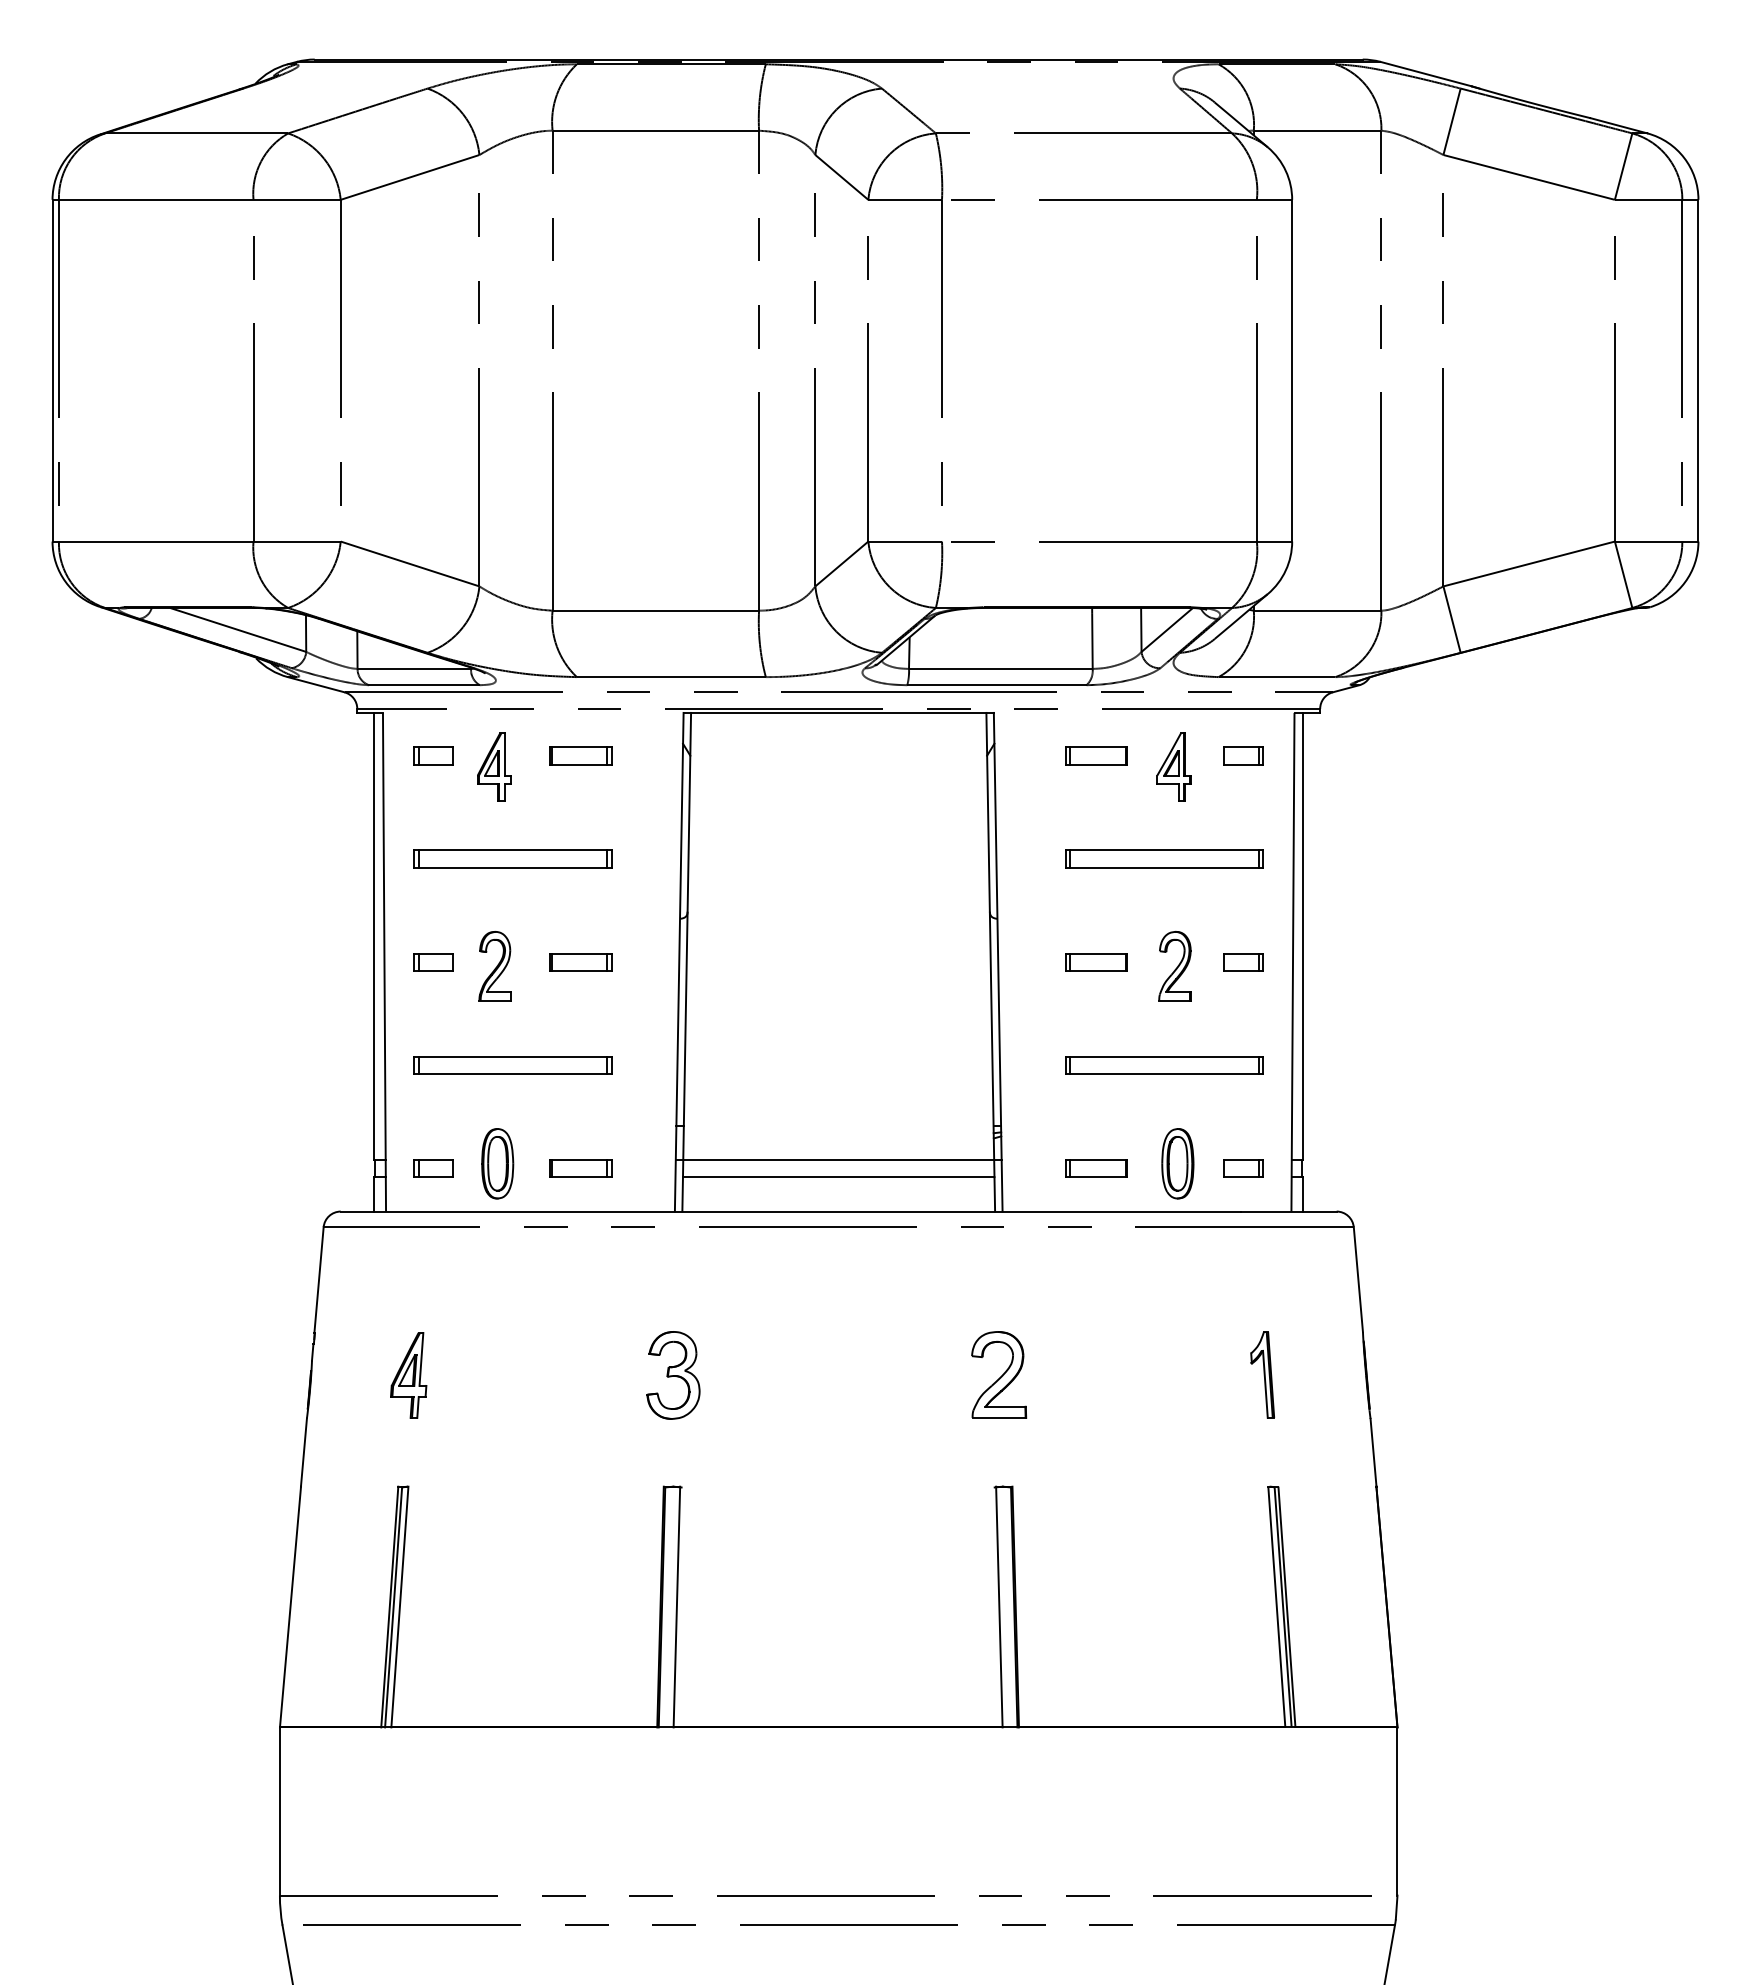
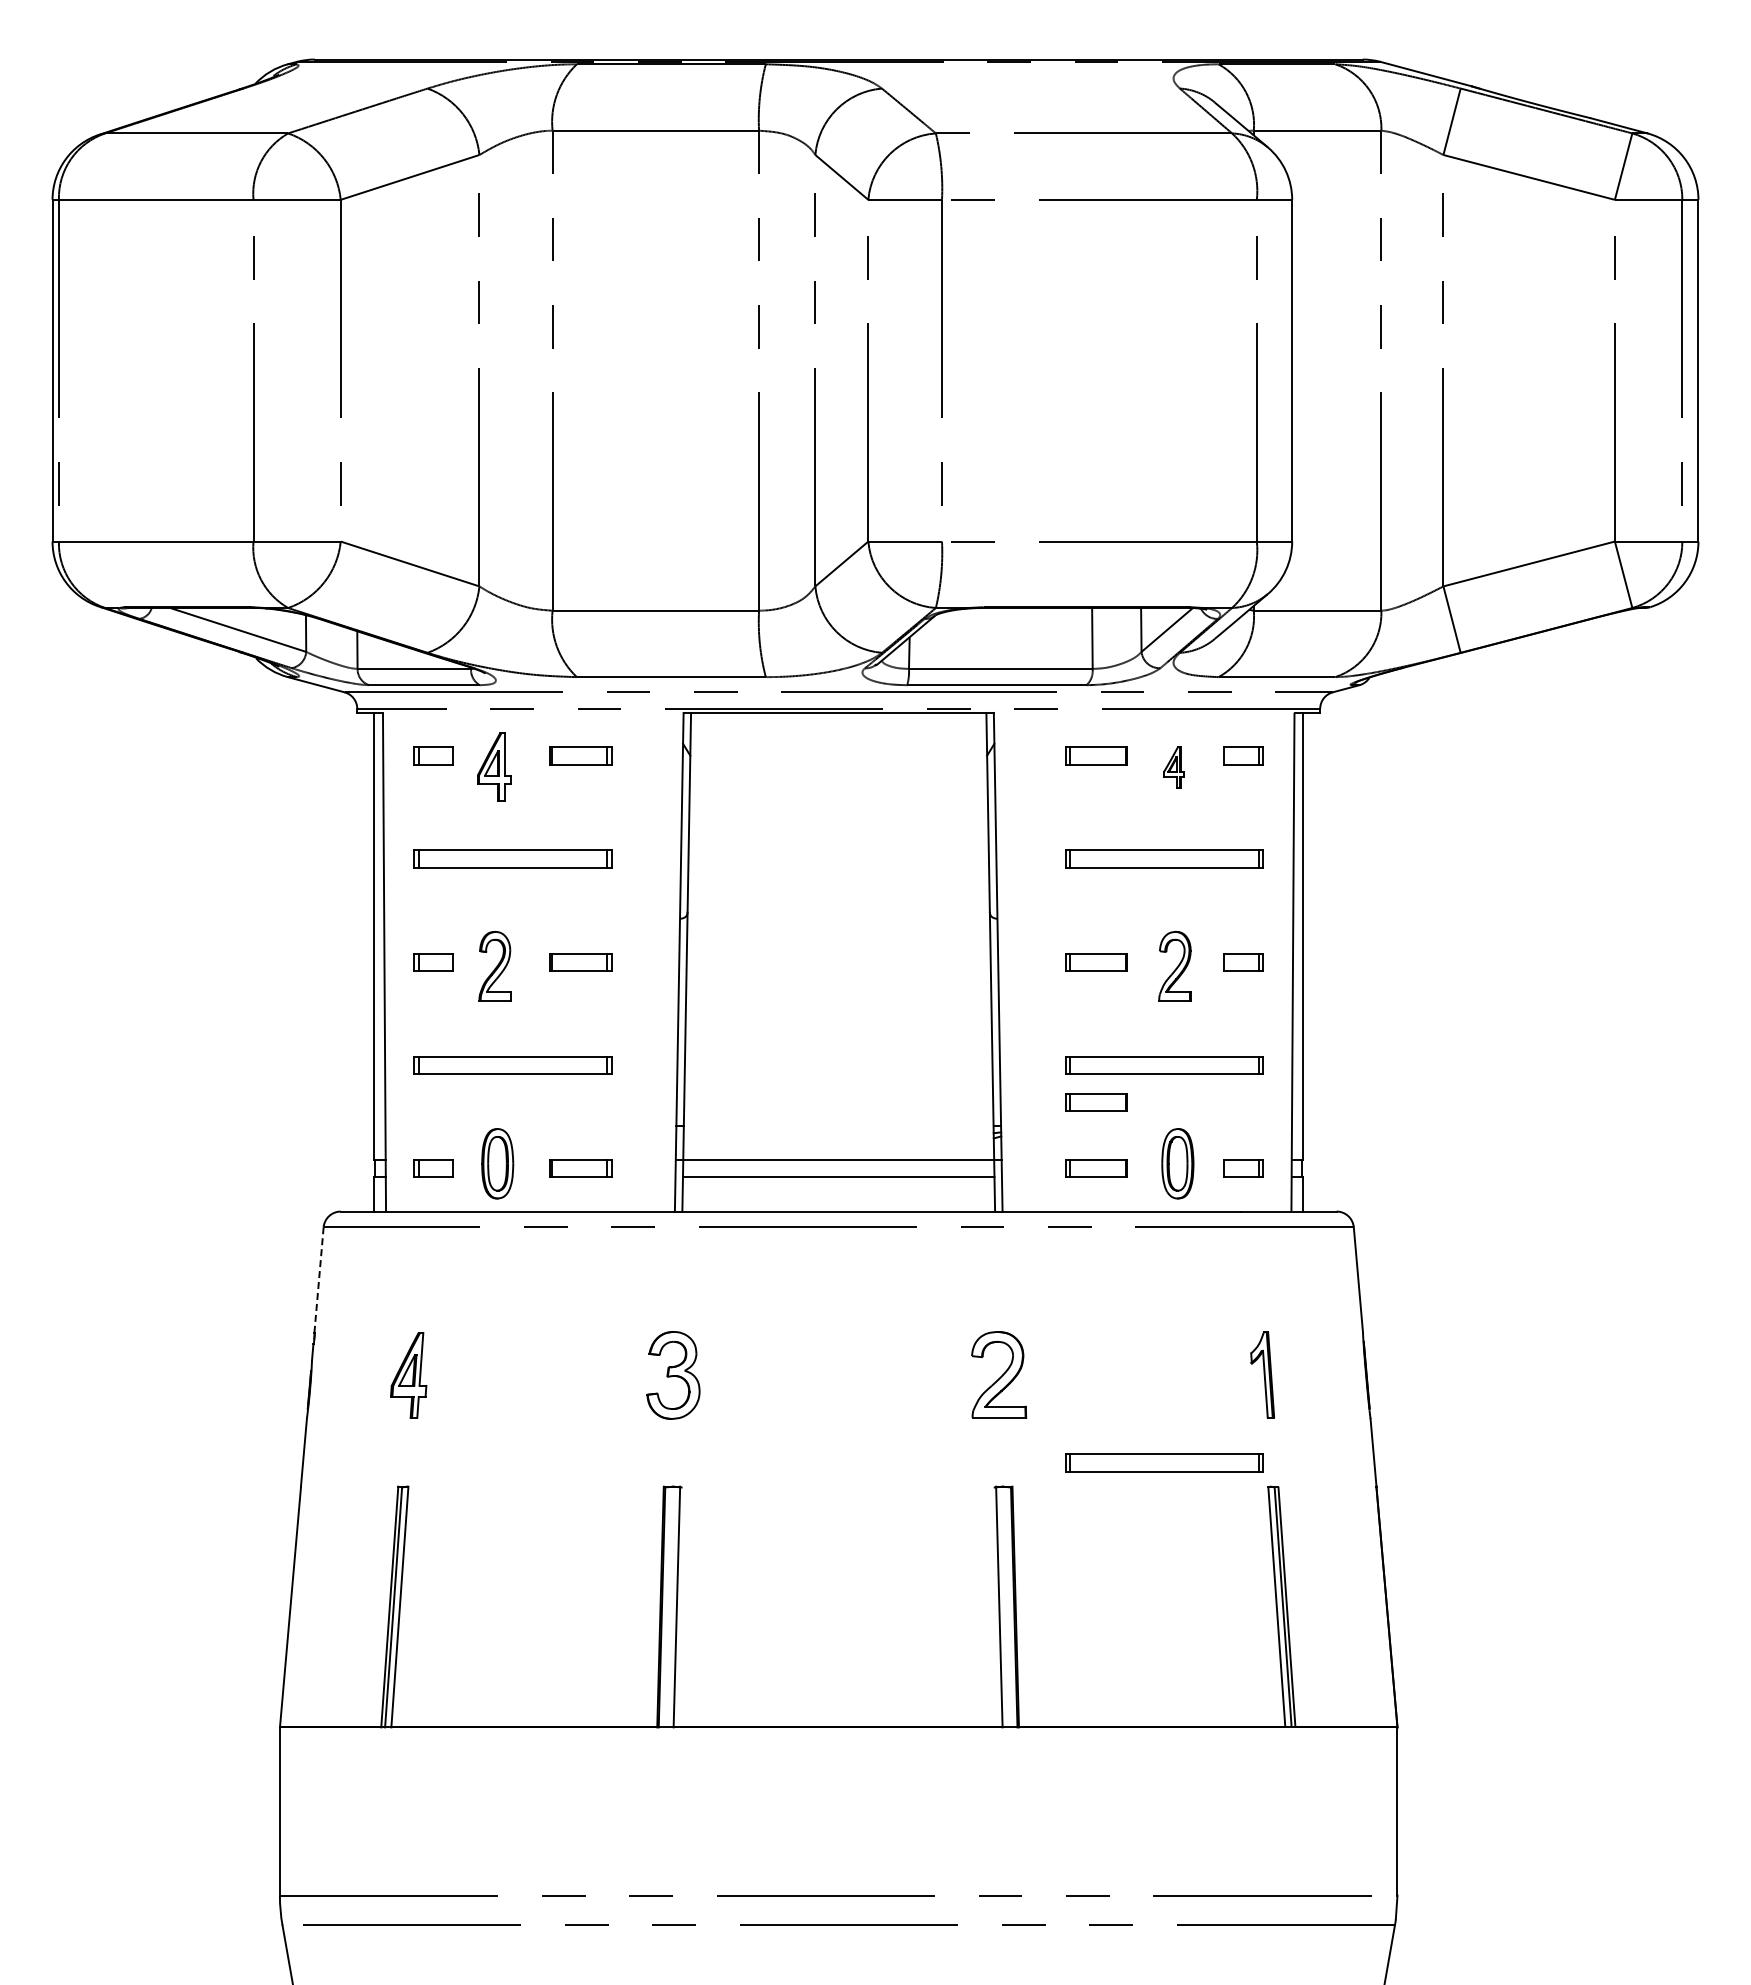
part at (1173, 766) size: 36x70 px -> 22x43 px
part at (1096, 1102): none -> present
line at (318, 1280): solid -> dashed
part at (1164, 1462): none -> present
